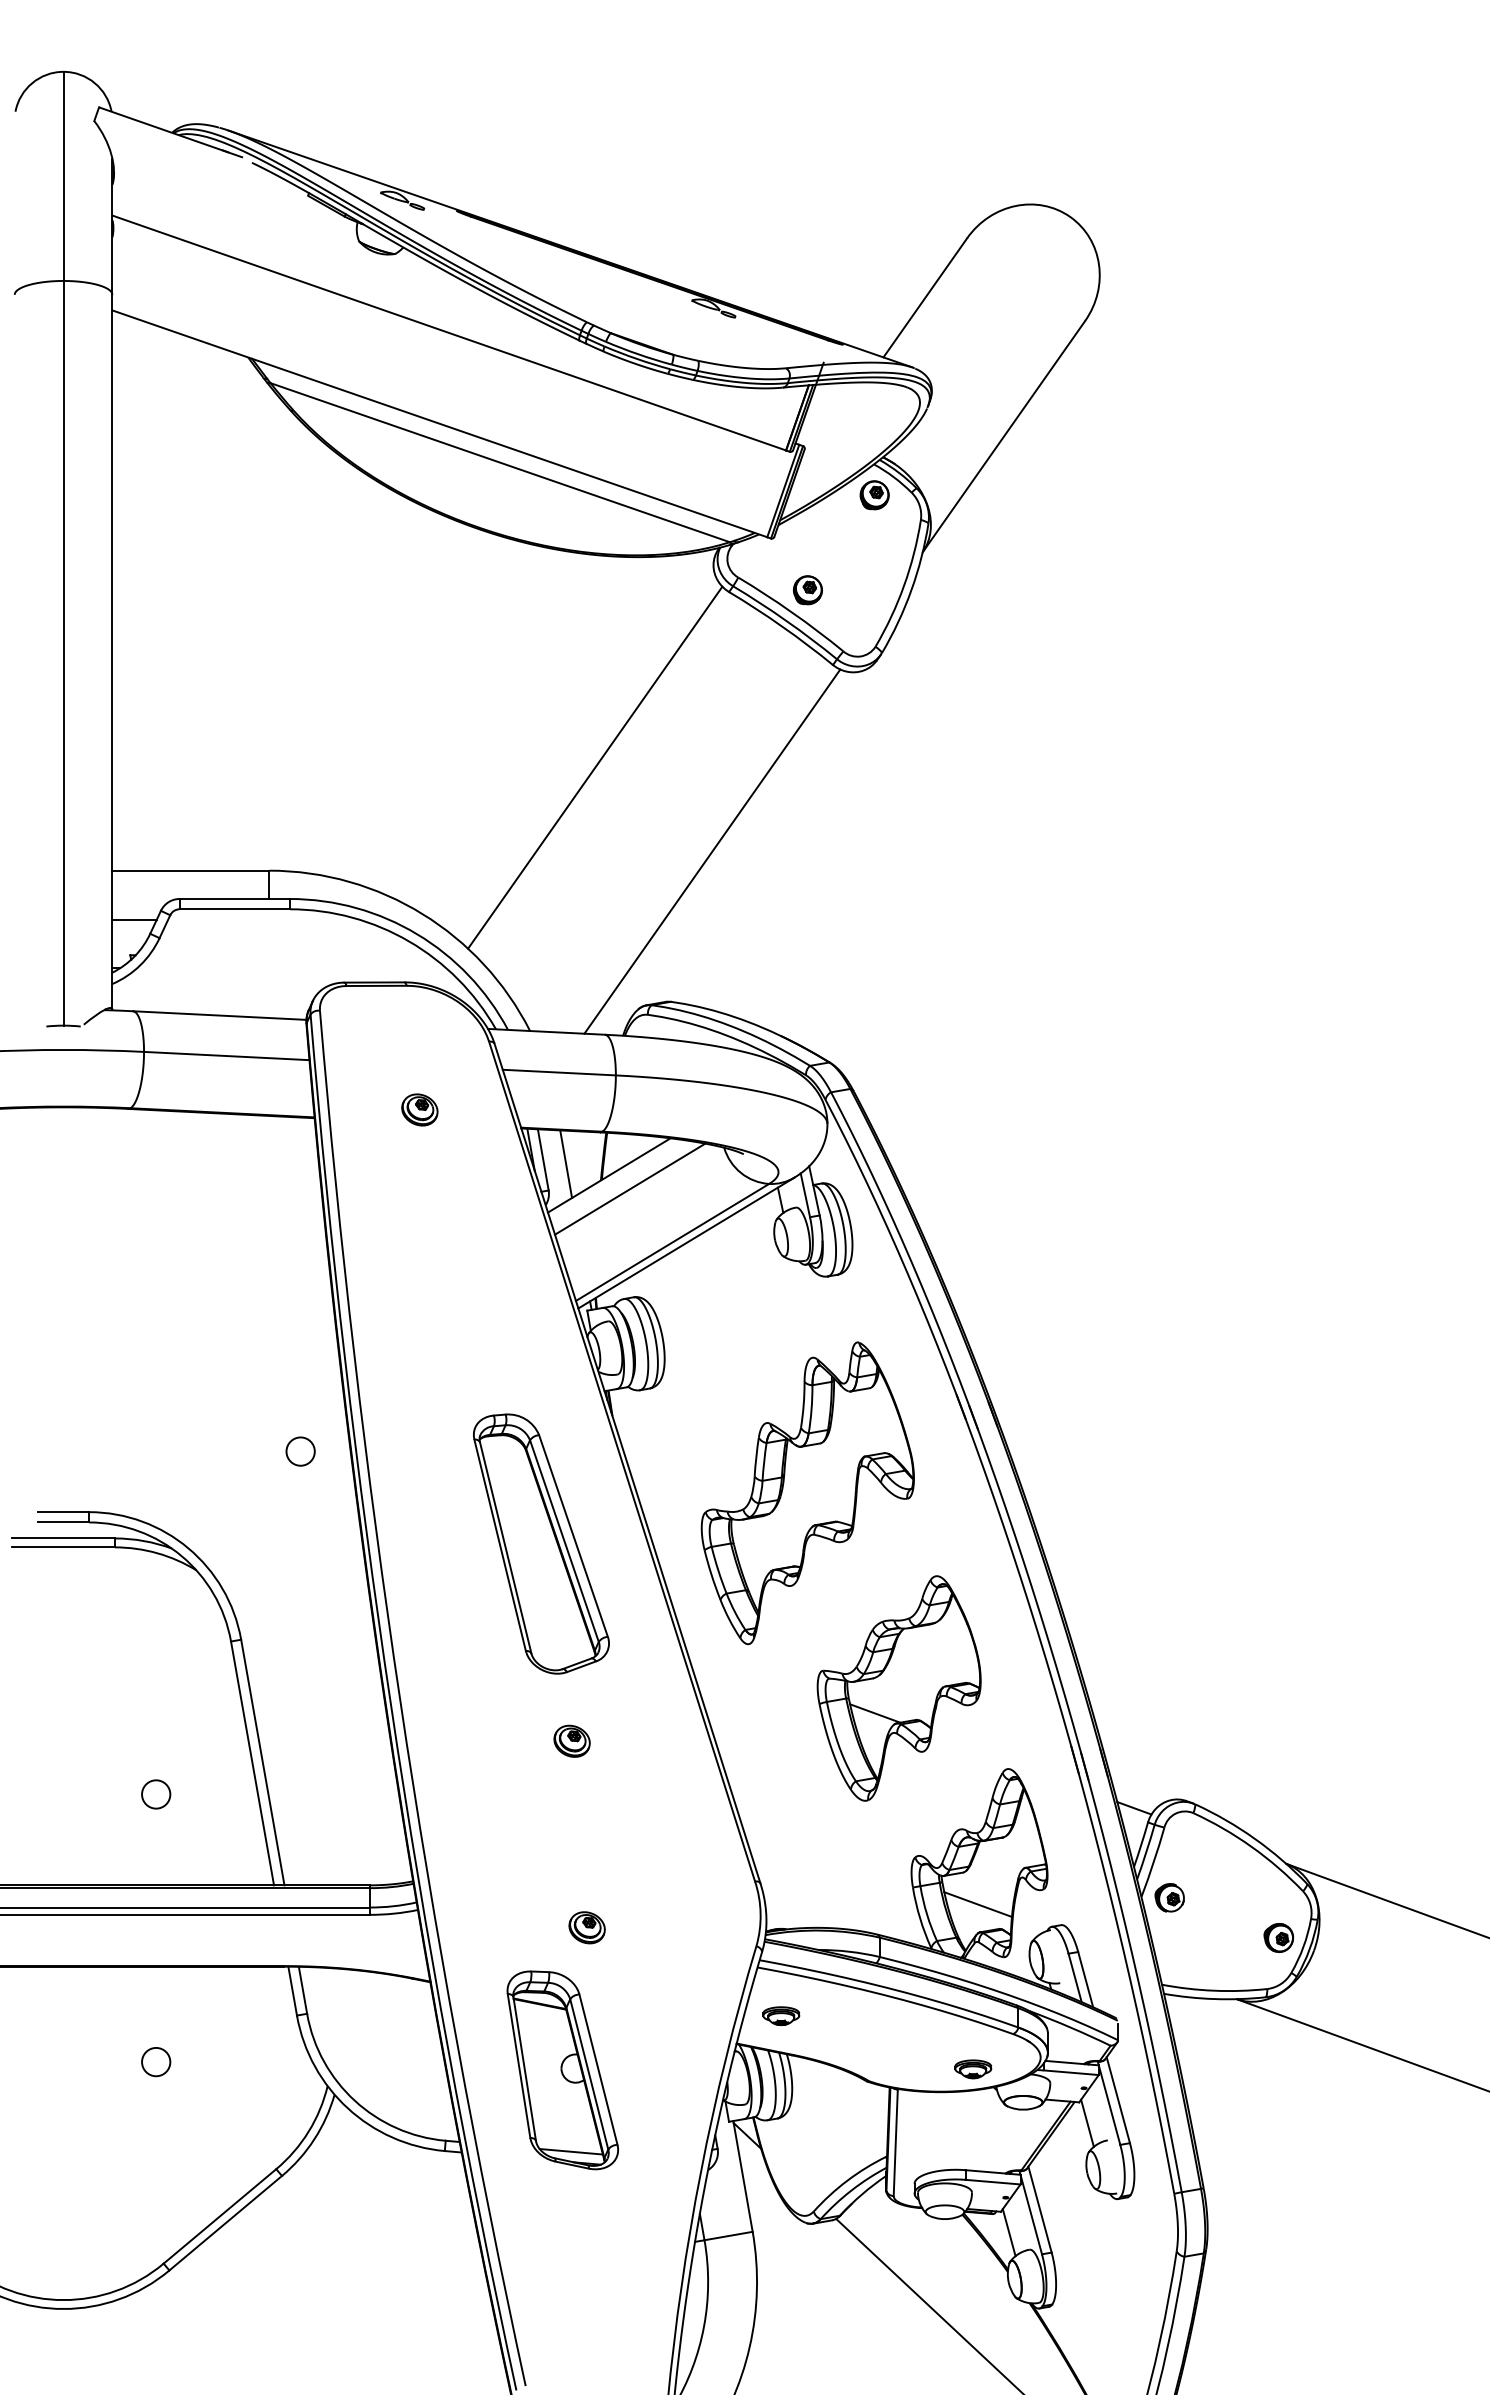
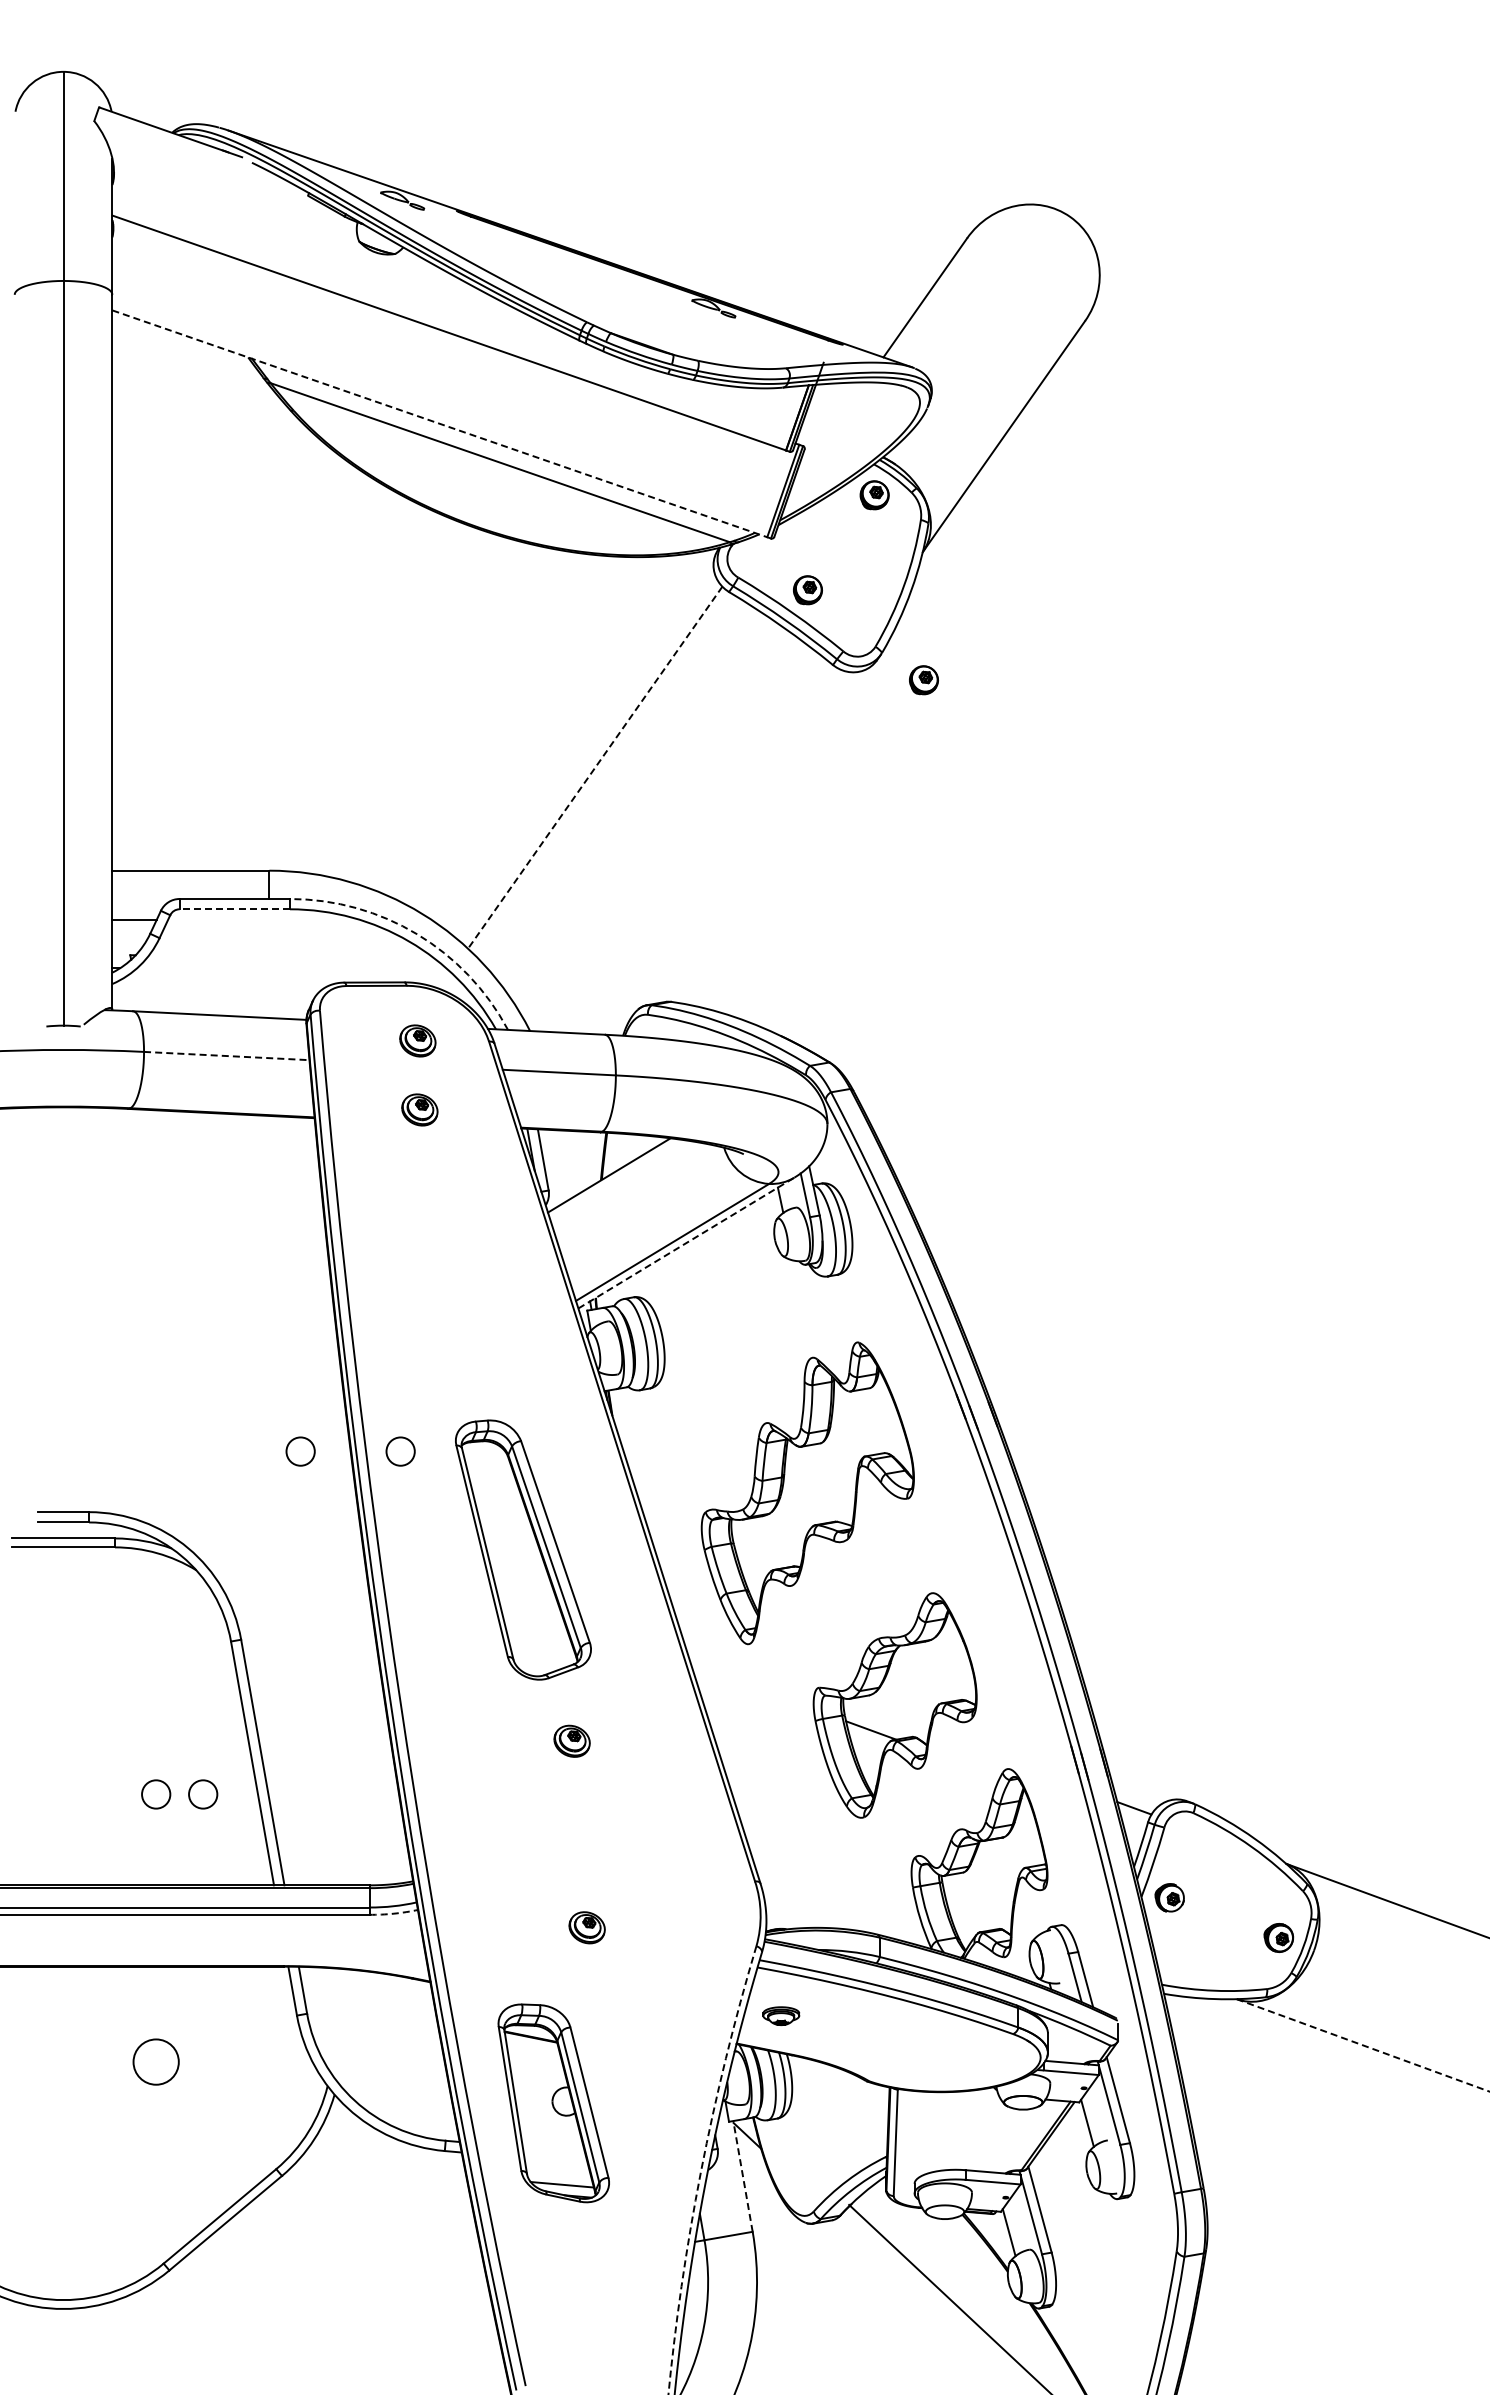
line at (440, 423): solid -> dashed
part at (923, 680): none -> present
line at (594, 768): solid -> dashed
line at (712, 851): present -> none
line at (234, 909): solid -> dashed
arc at (417, 934): solid -> dashed
part at (417, 1040): none -> present
line at (226, 1056): solid -> dashed
line at (566, 1164): present -> none
line at (630, 1188): present -> none
line at (686, 1242): solid -> dashed
circle at (400, 1451): none -> present
part at (541, 1543) position: (541, 1543) -> (523, 1549)
part at (898, 1688) position: (898, 1688) -> (894, 1705)
circle at (203, 1794): none -> present
line at (978, 1904): present -> none
arc at (393, 1913): solid -> dashed
line at (1363, 2045): solid -> dashed
circle at (156, 2061) diameter: 28 px -> 45 px
part at (973, 2069): present -> none
part at (562, 2070) position: (562, 2070) -> (553, 2103)
arc at (701, 2168): solid -> dashed
line at (742, 2175): solid -> dashed
line at (928, 2304) position: (928, 2304) -> (949, 2297)
